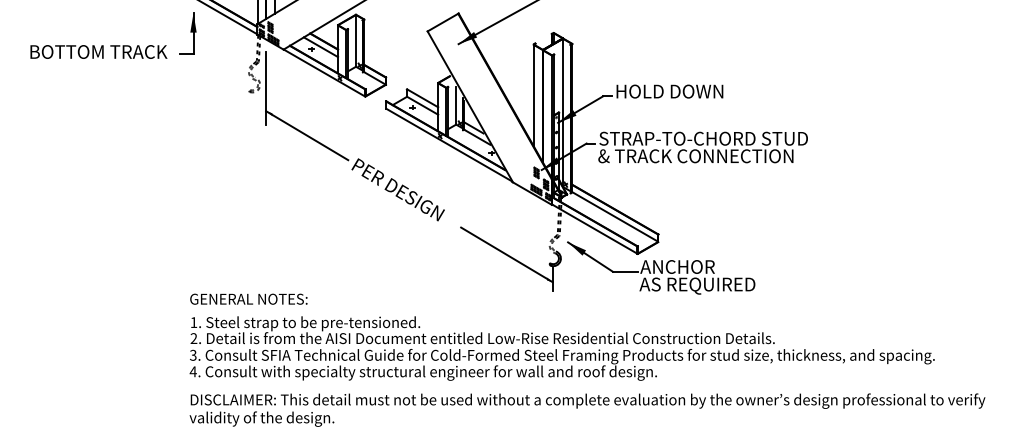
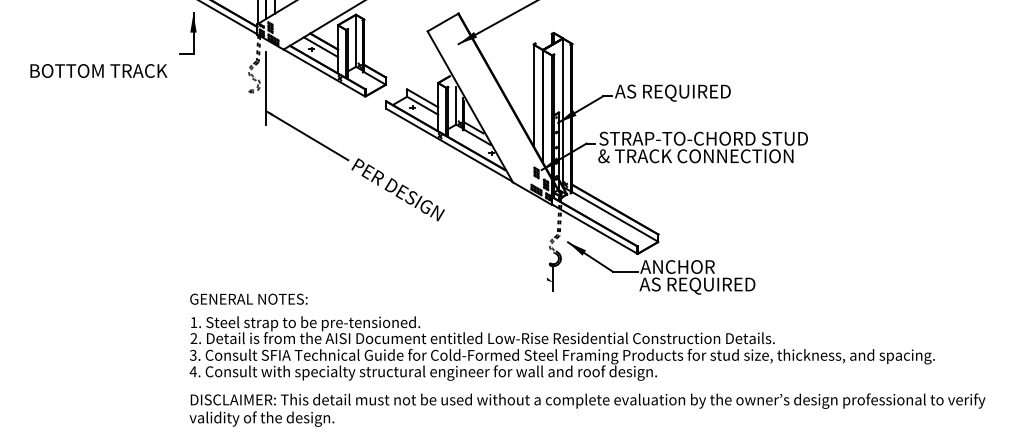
text at (98, 51) position: (98, 51) -> (98, 70)
text at (672, 92): HOLD DOWN -> AS REQUIRED
line at (506, 254): present -> none
